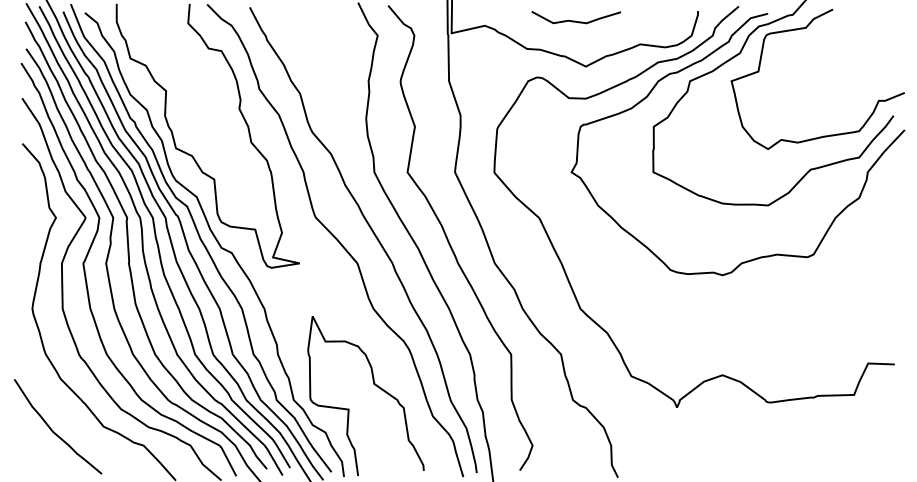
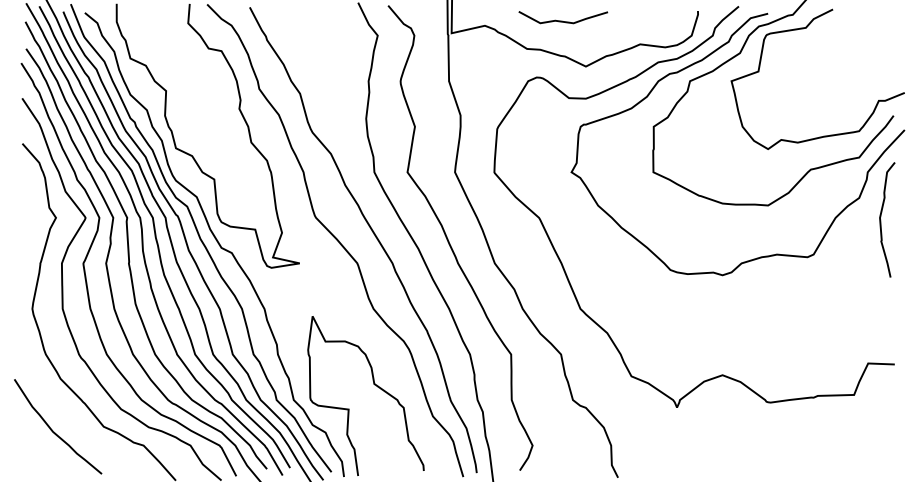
curve at (575, 20) position: (575, 20) -> (562, 20)
curve at (881, 220): none -> present
